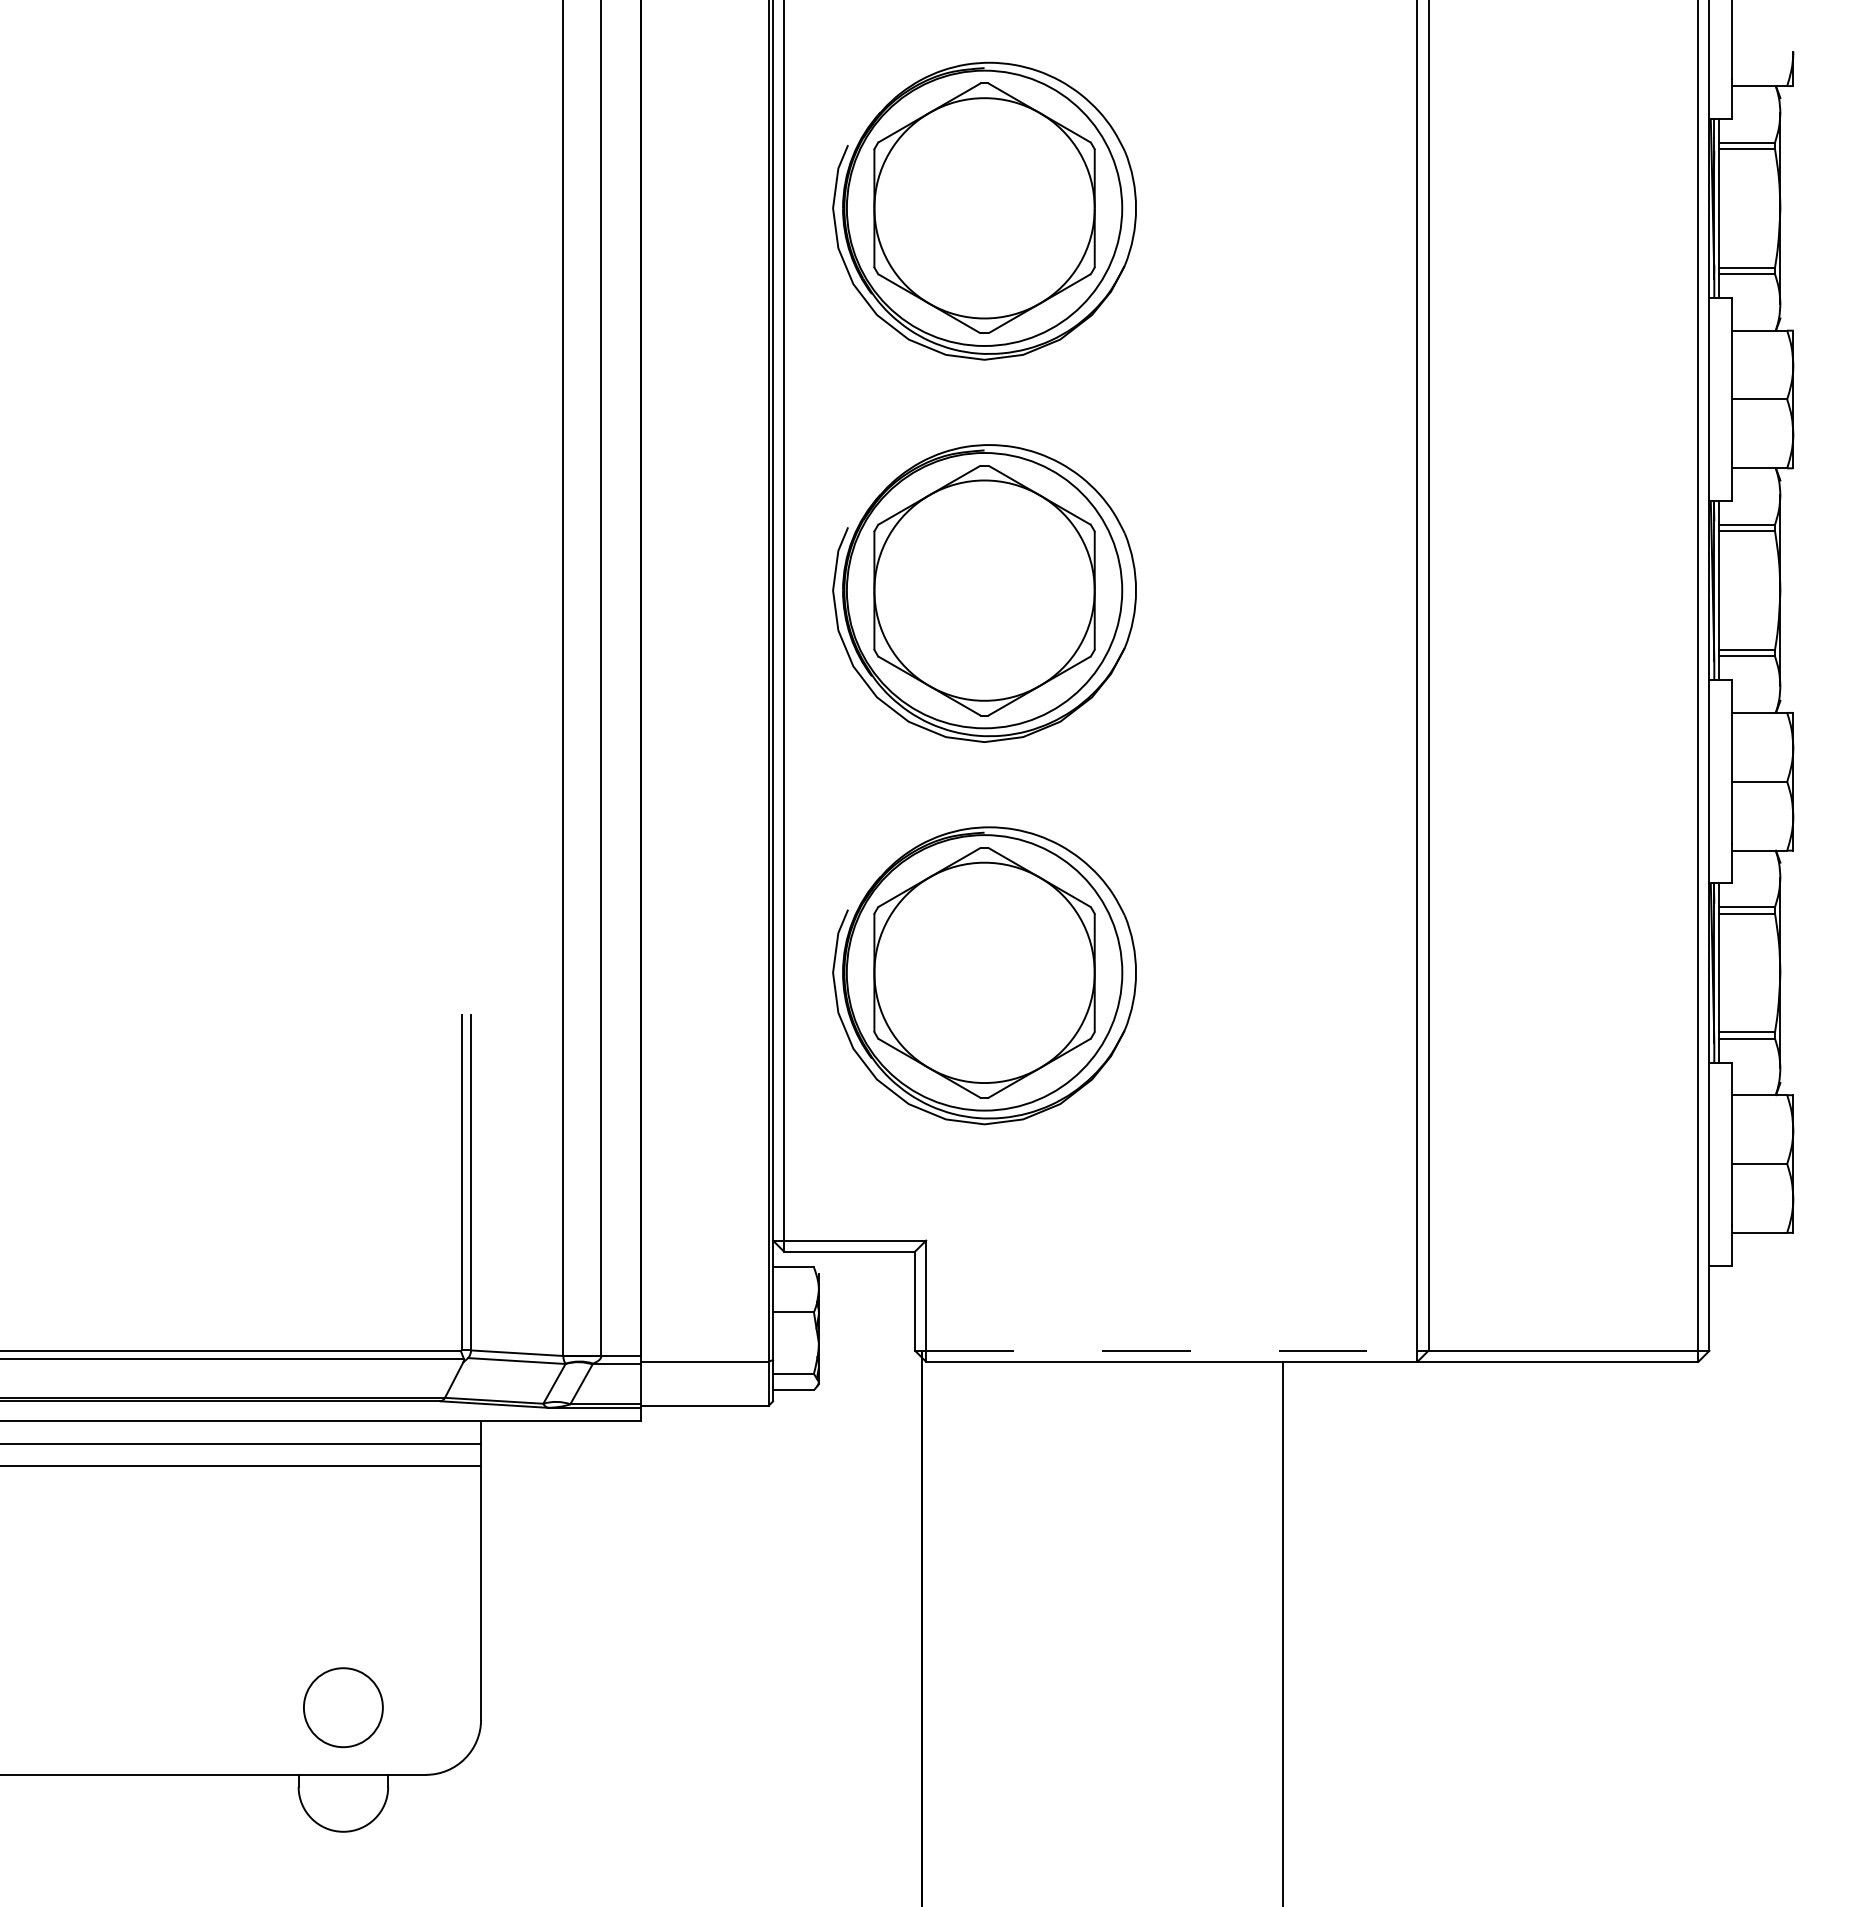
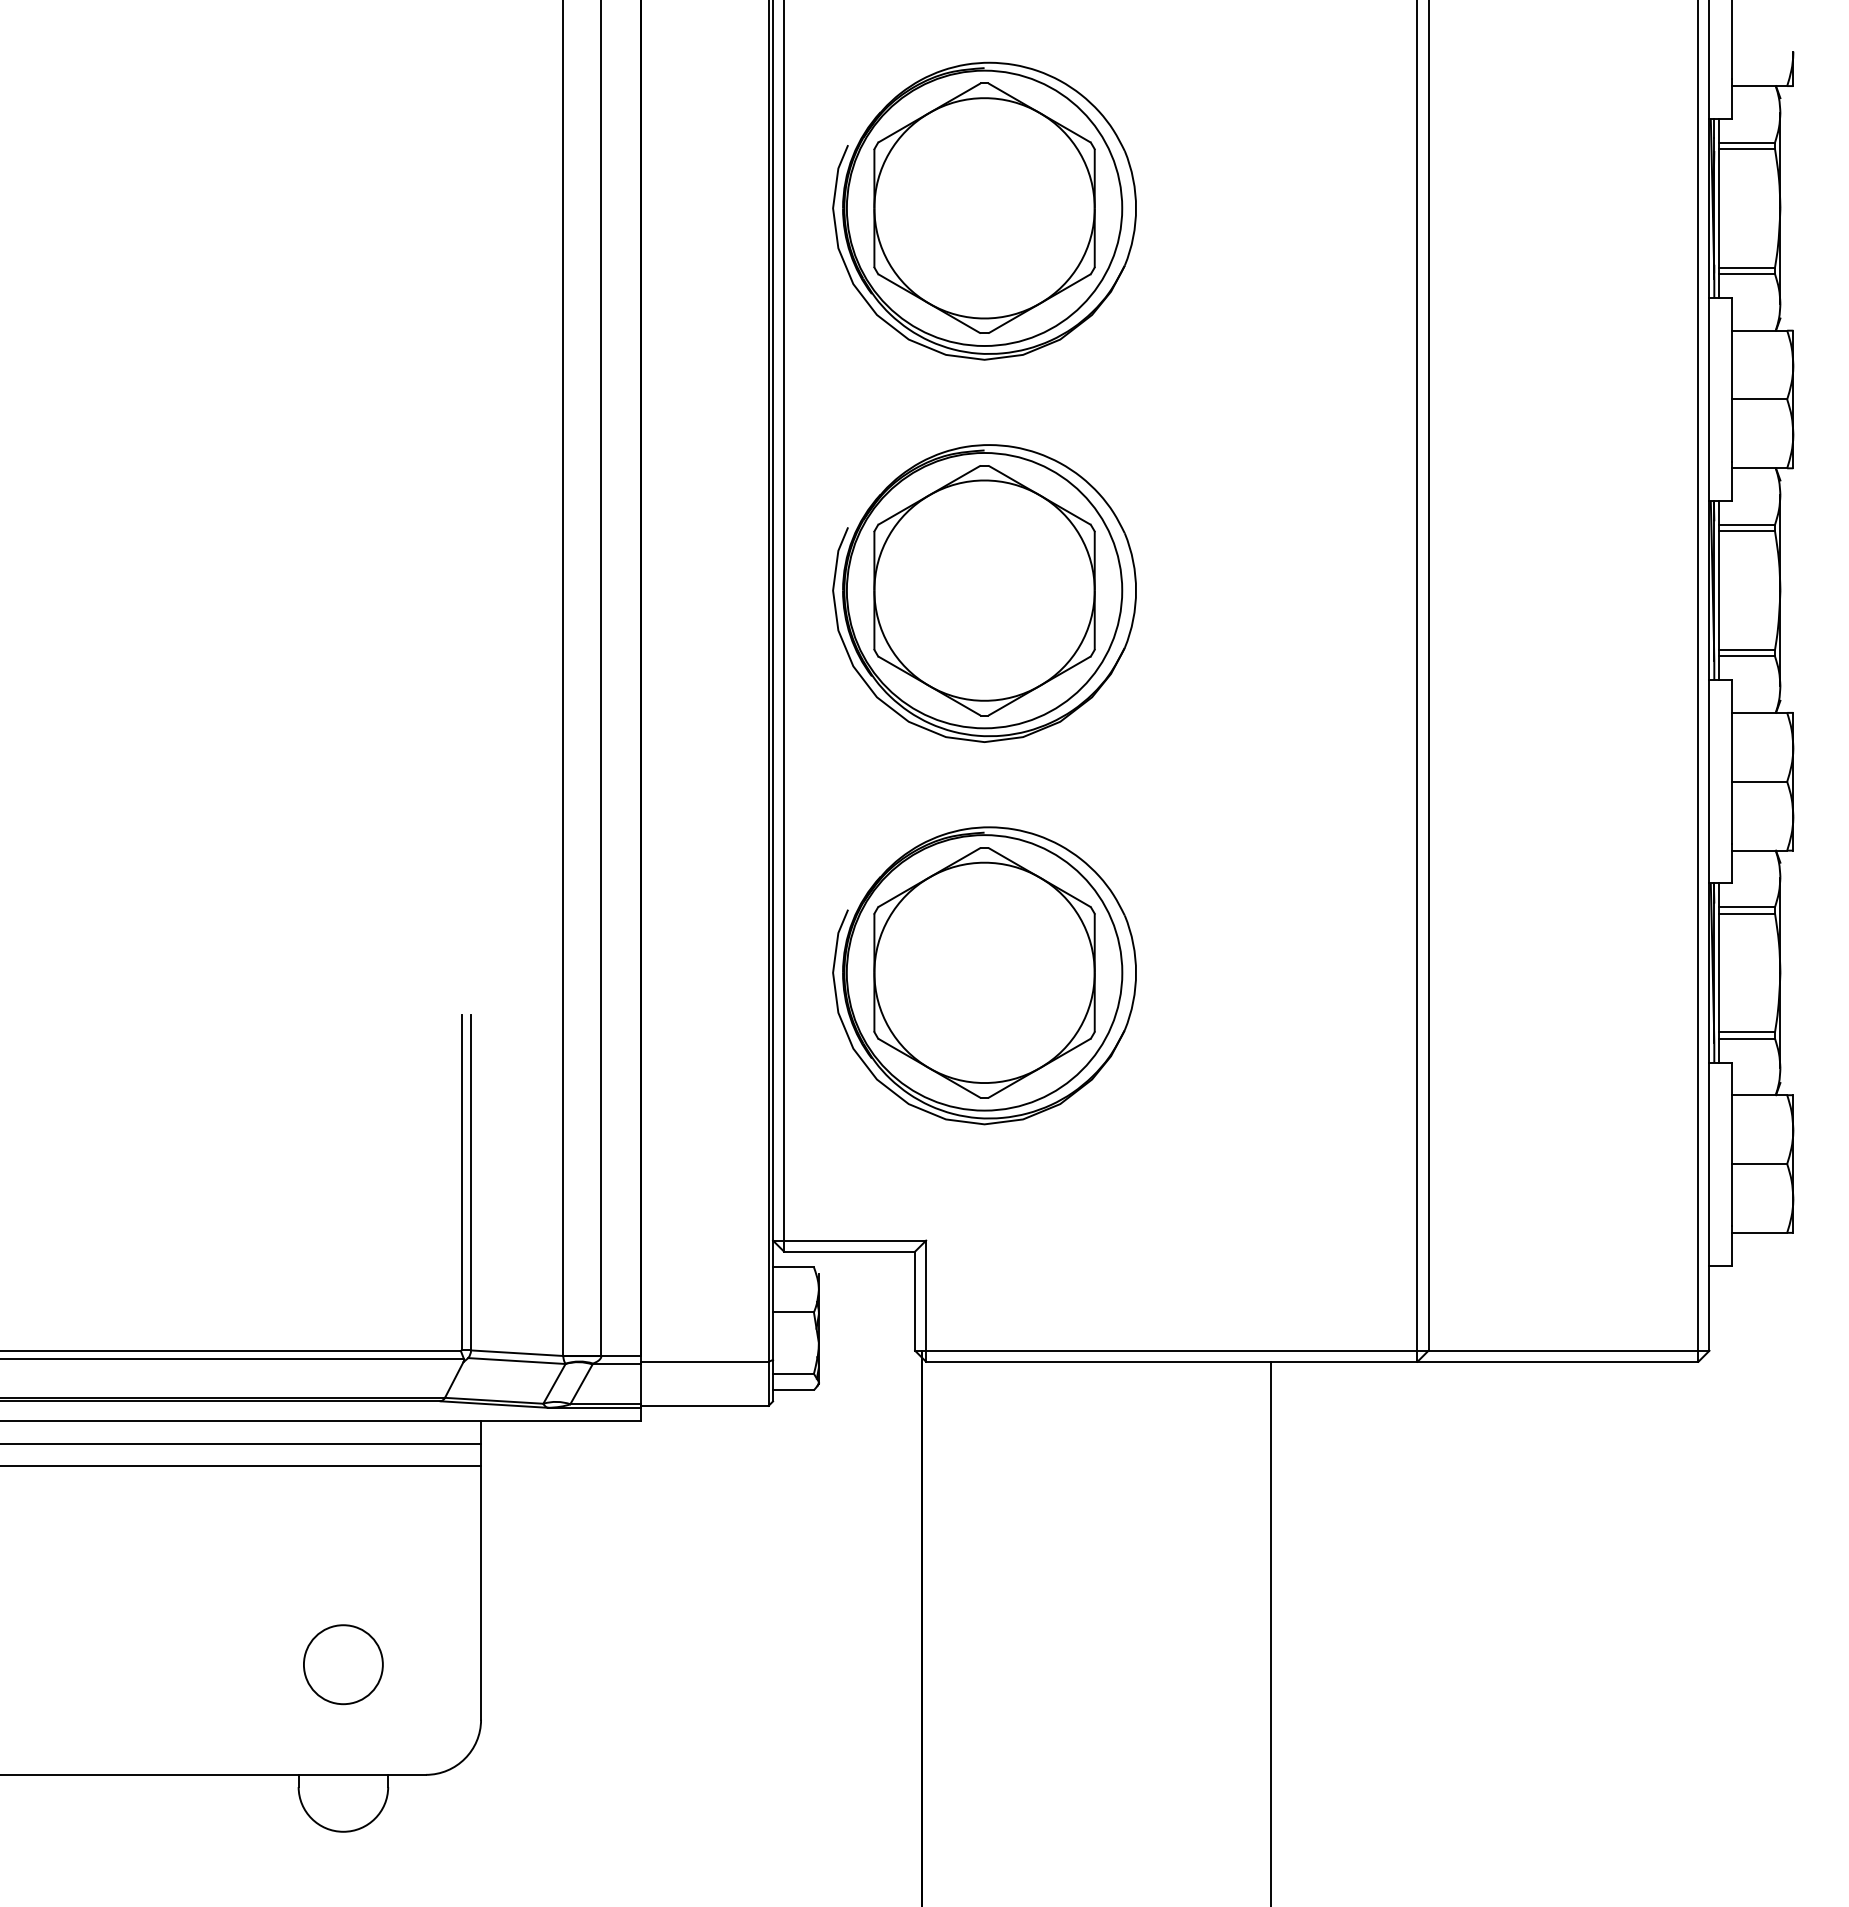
line at (1171, 1350): dashed -> solid
line at (1282, 1632) position: (1282, 1632) -> (1270, 1632)
circle at (343, 1707) position: (343, 1707) -> (343, 1664)
